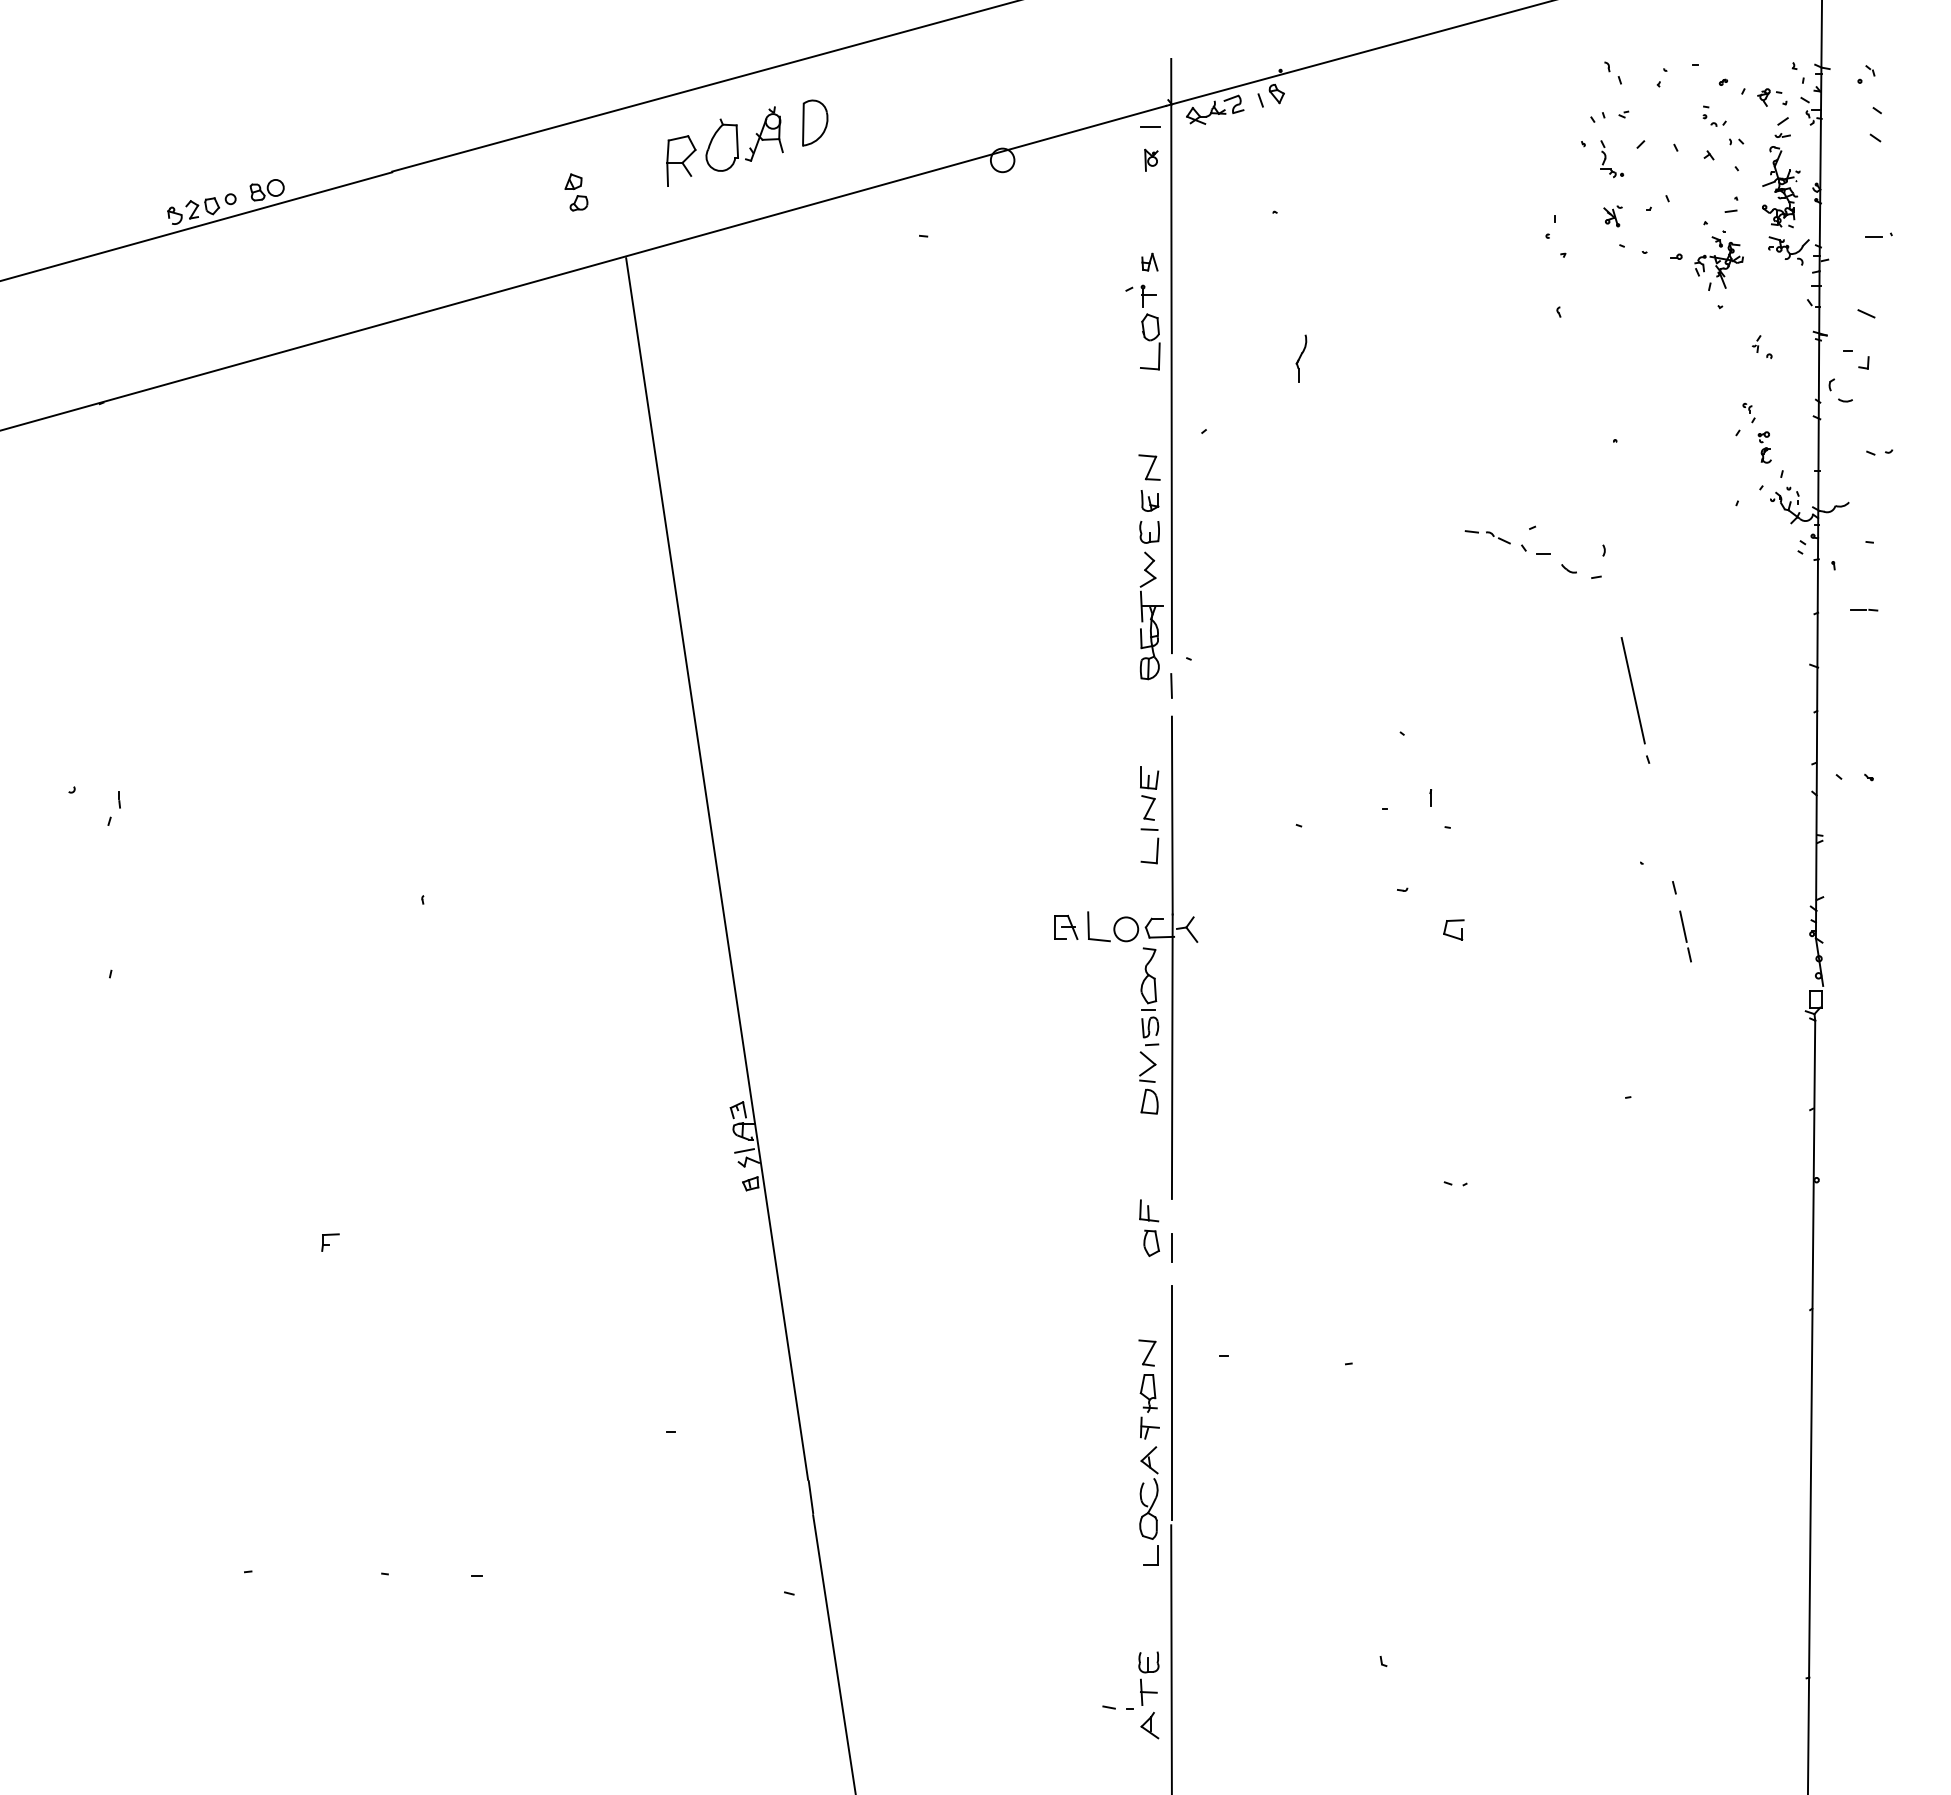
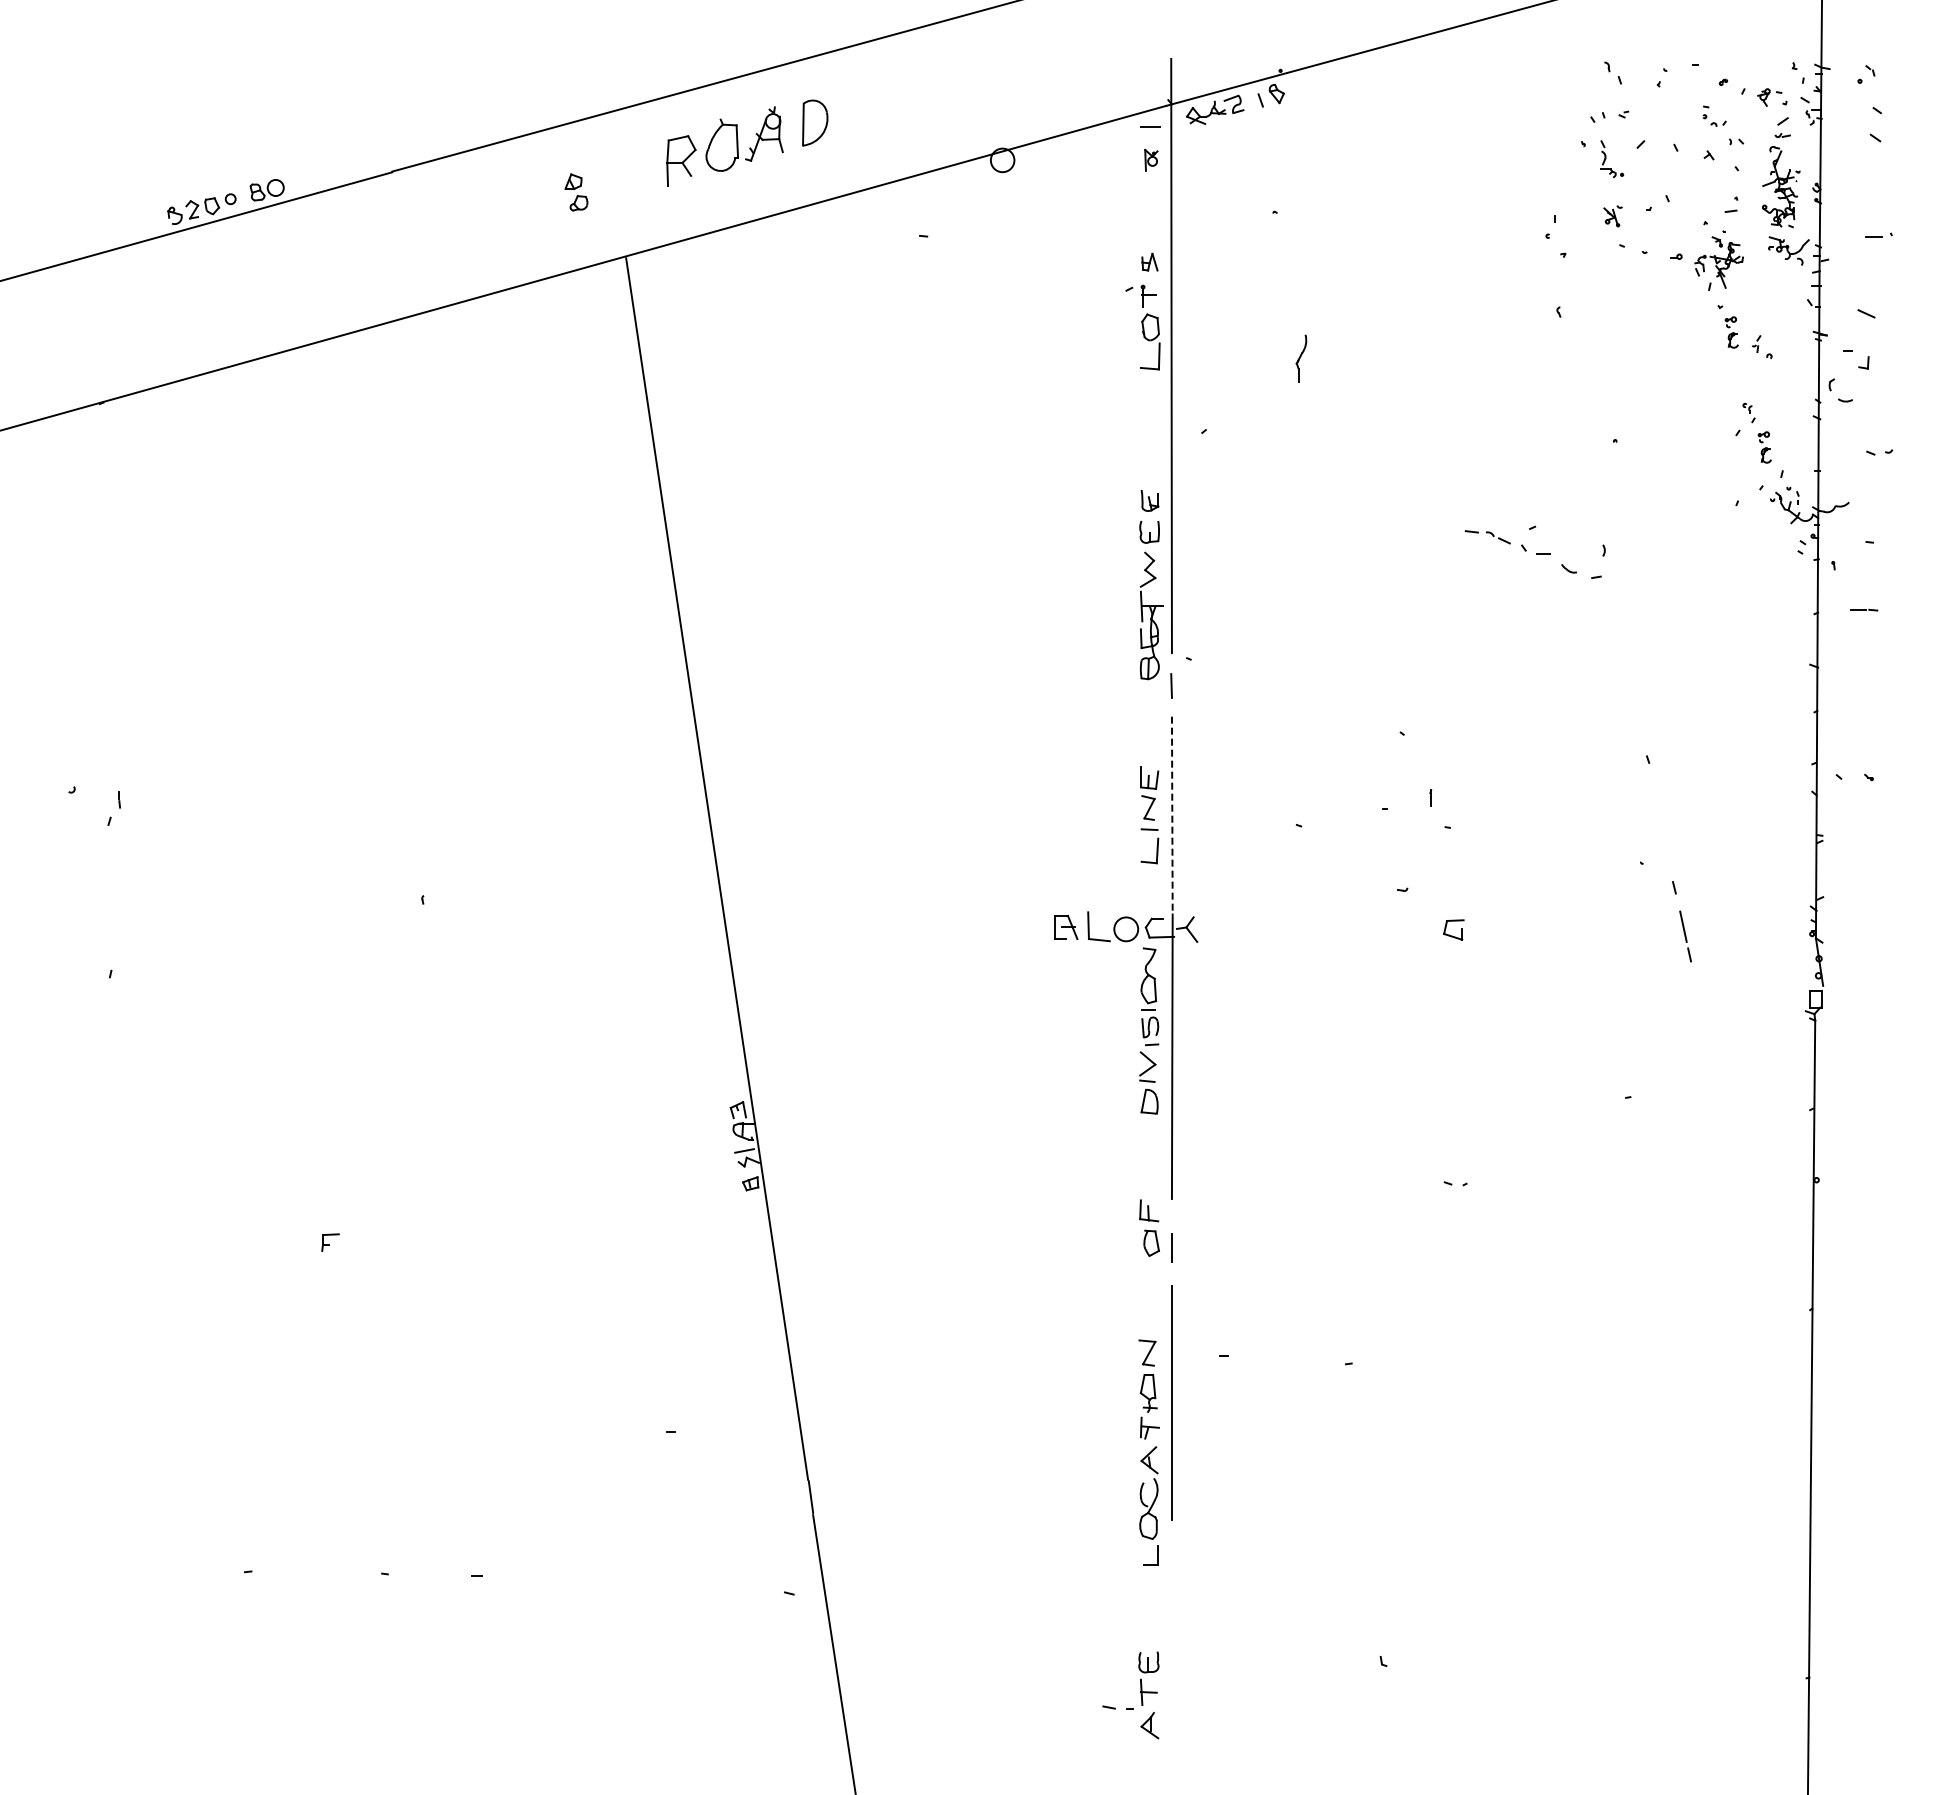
part at (1731, 332): none -> present
part at (1149, 467): present -> none
line at (1632, 690): present -> none
line at (1172, 815): solid -> dashed
line at (1171, 1658): present -> none
